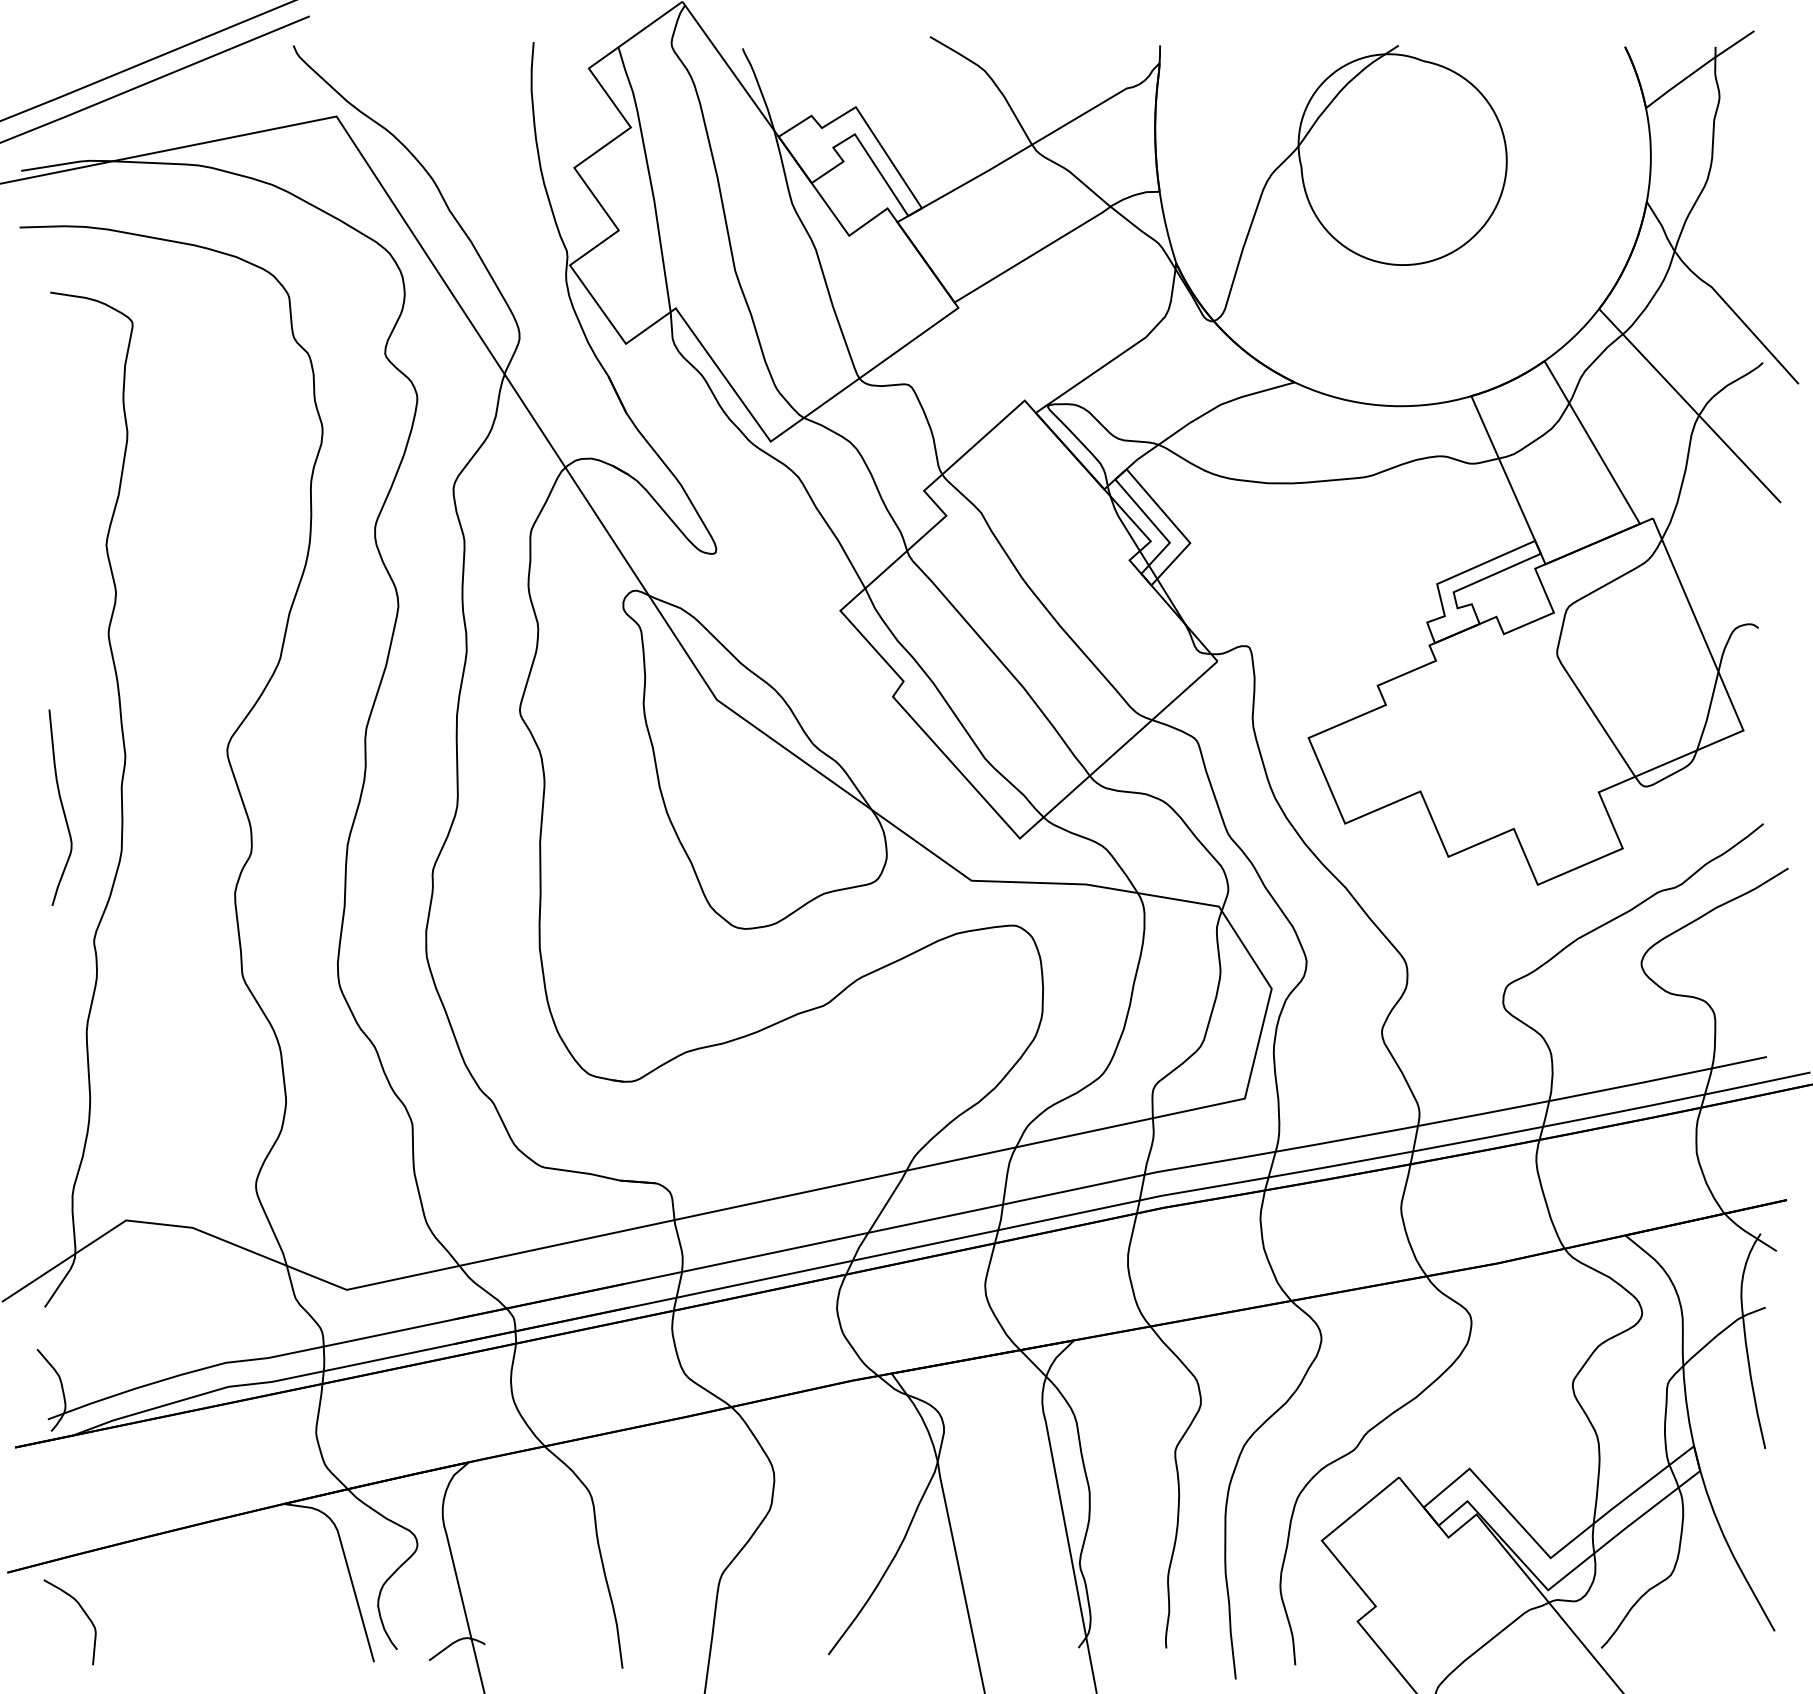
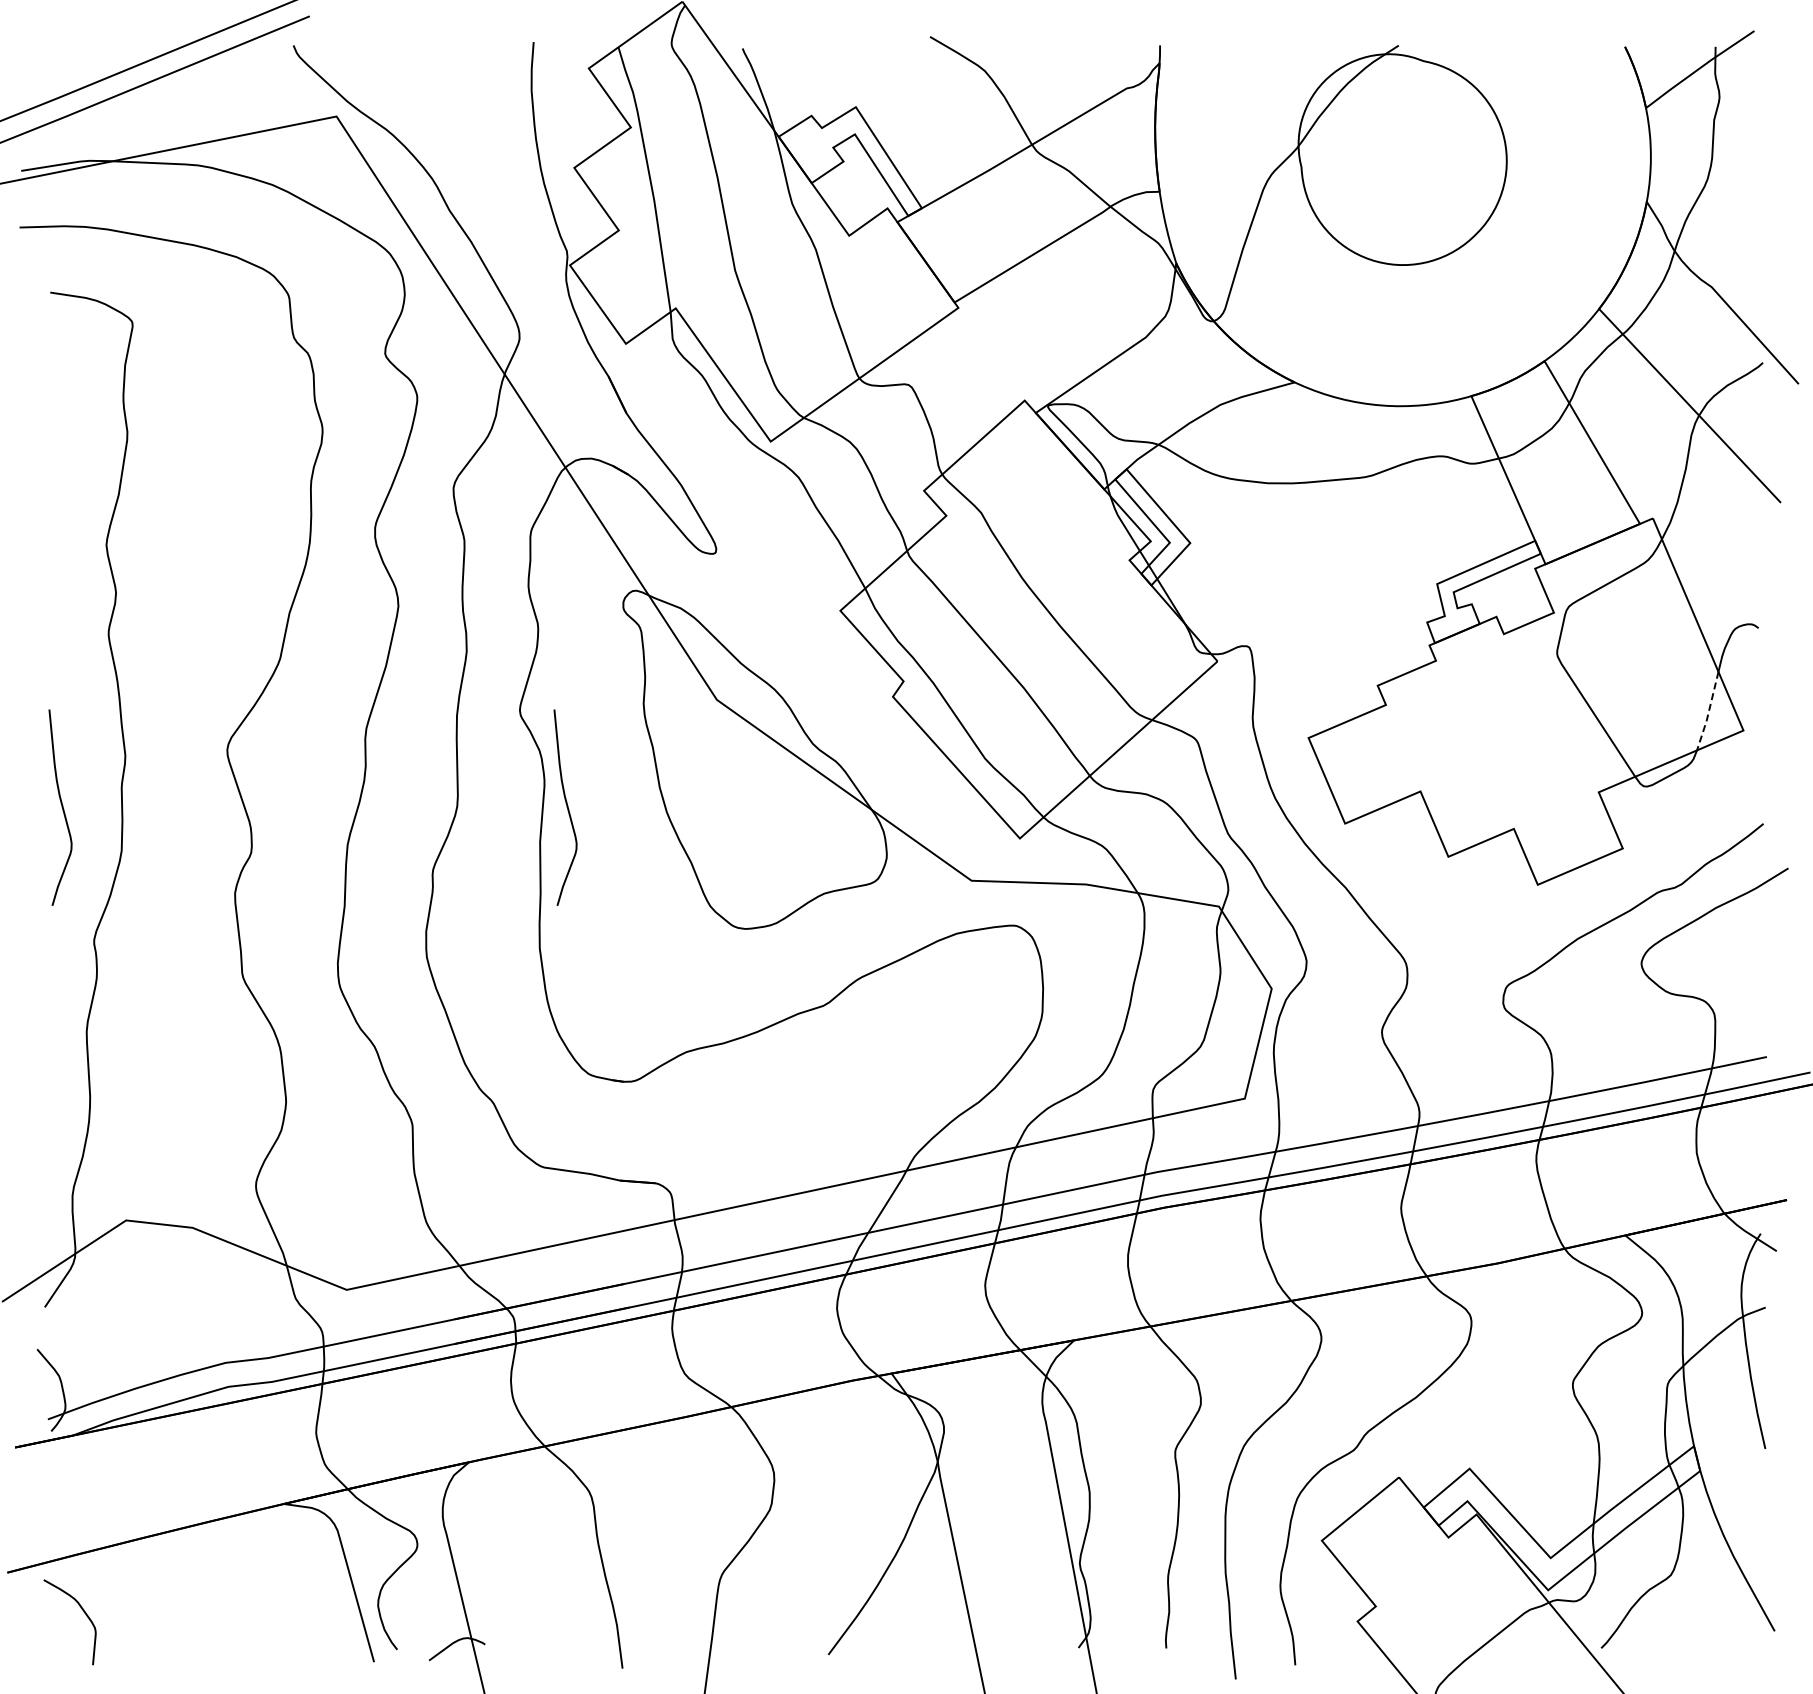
line at (1708, 712): solid -> dashed
curve at (566, 807): none -> present
